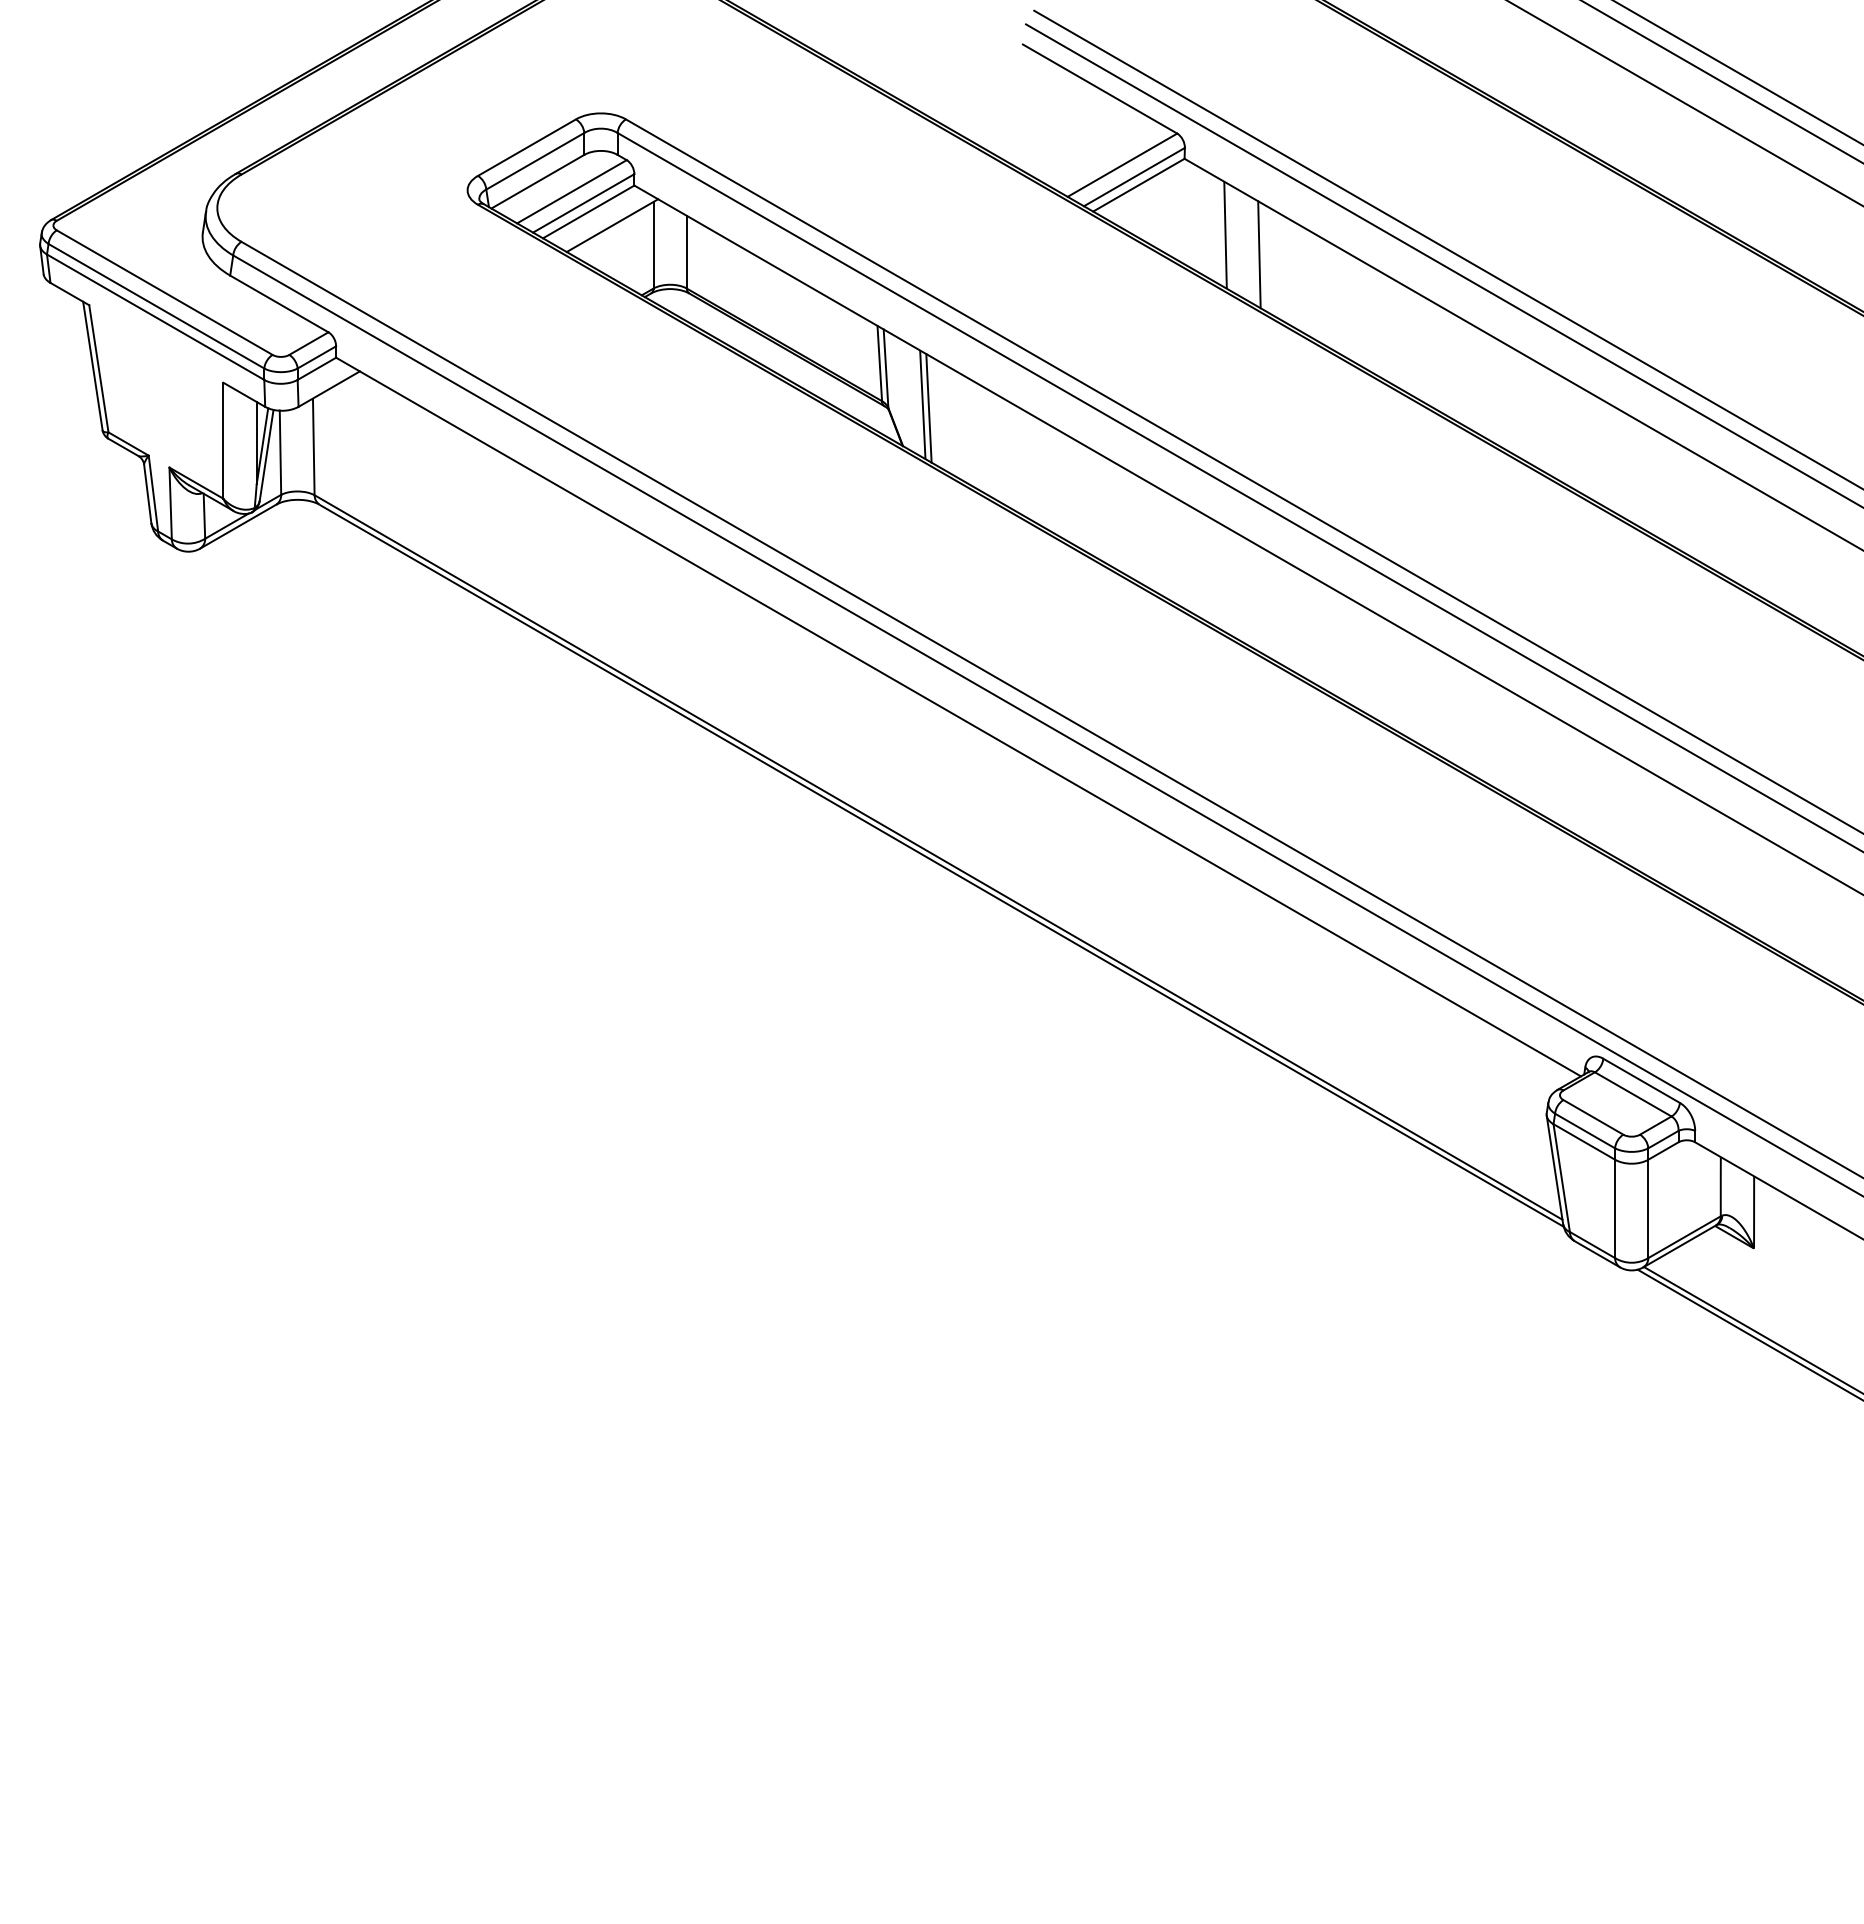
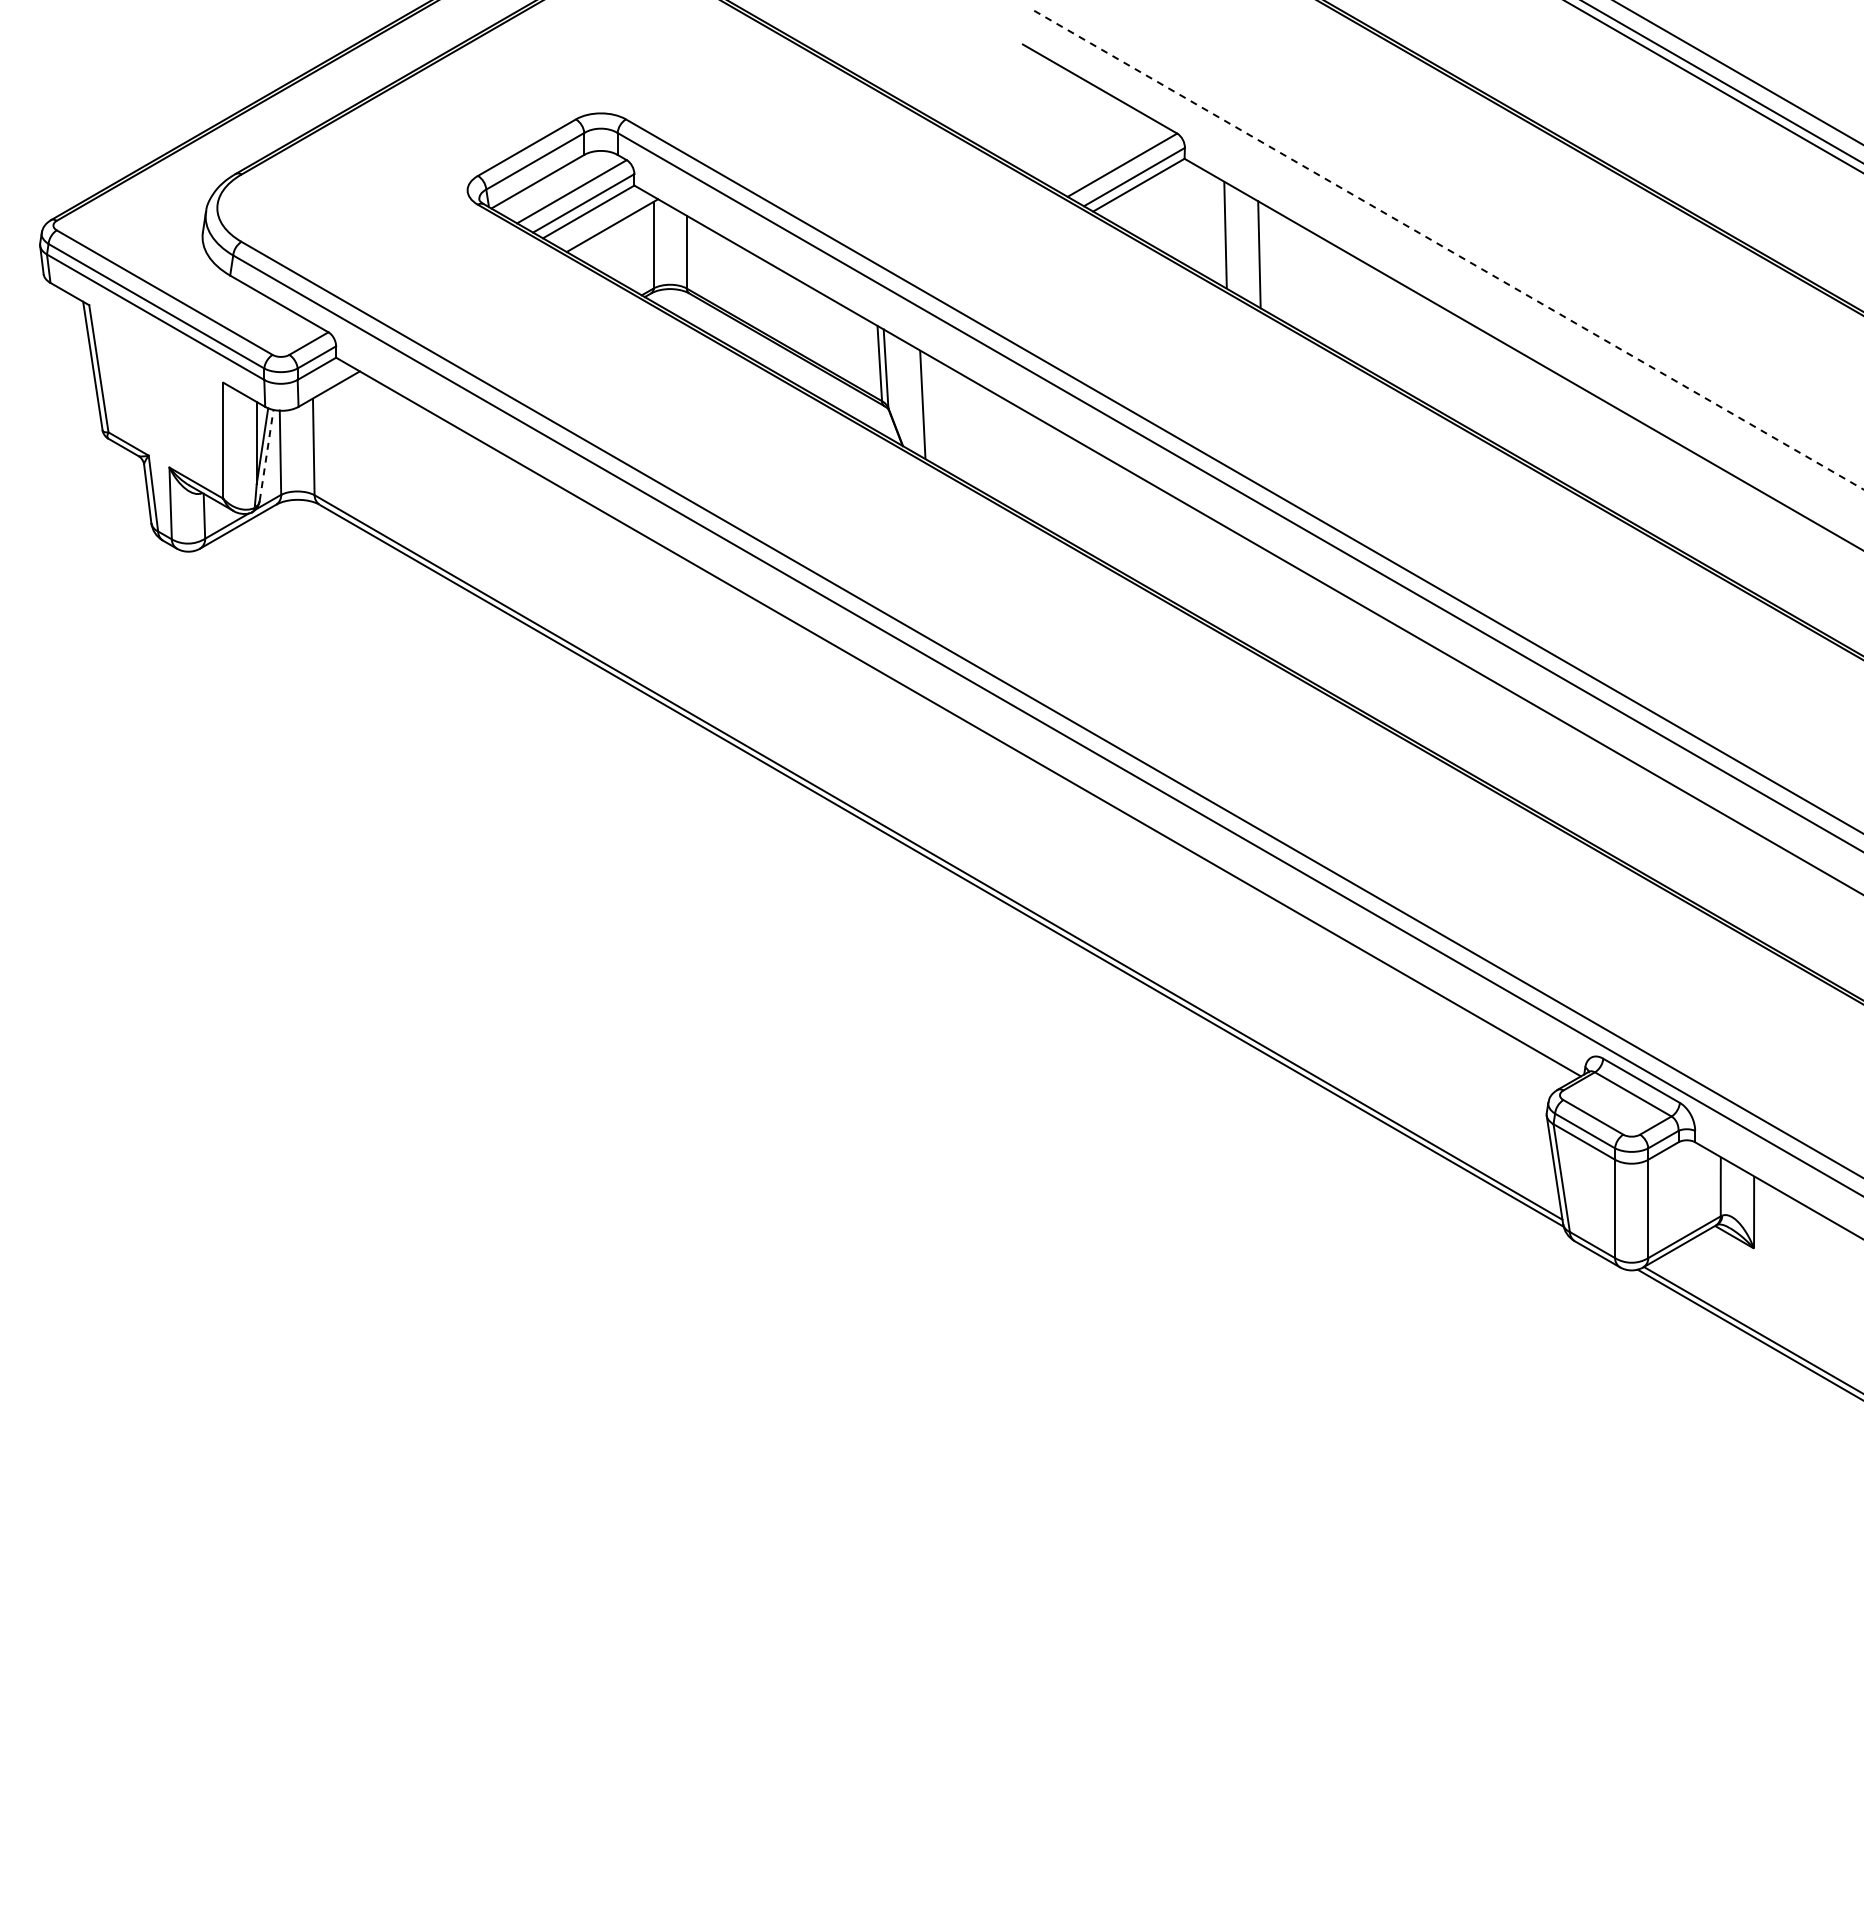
line at (1684, 103) position: (1684, 103) -> (1713, 86)
line at (1449, 250): solid -> dashed
line at (1442, 265): present -> none
line at (928, 408): present -> none
line at (266, 455): solid -> dashed
